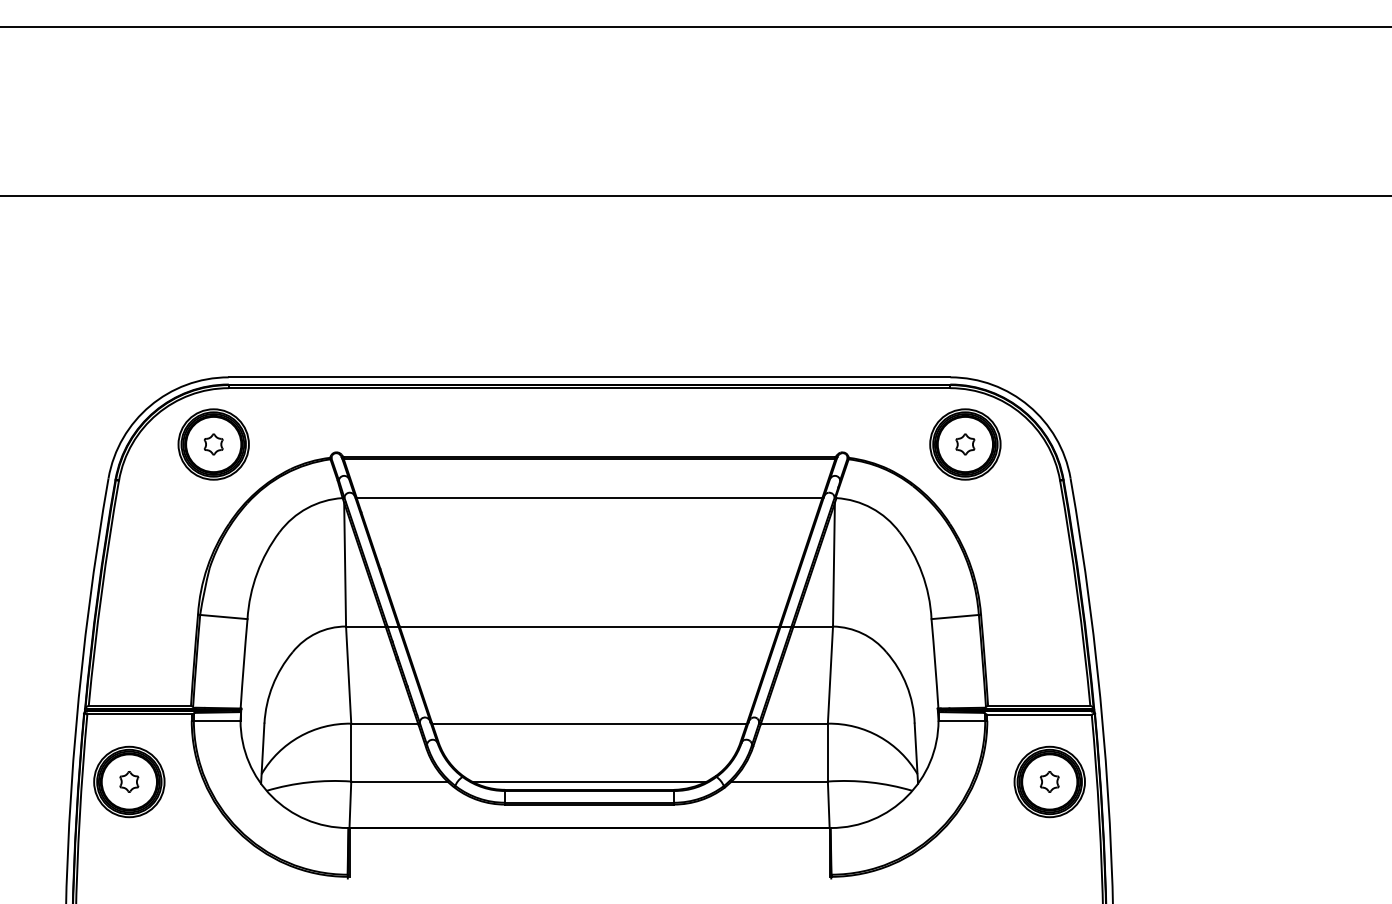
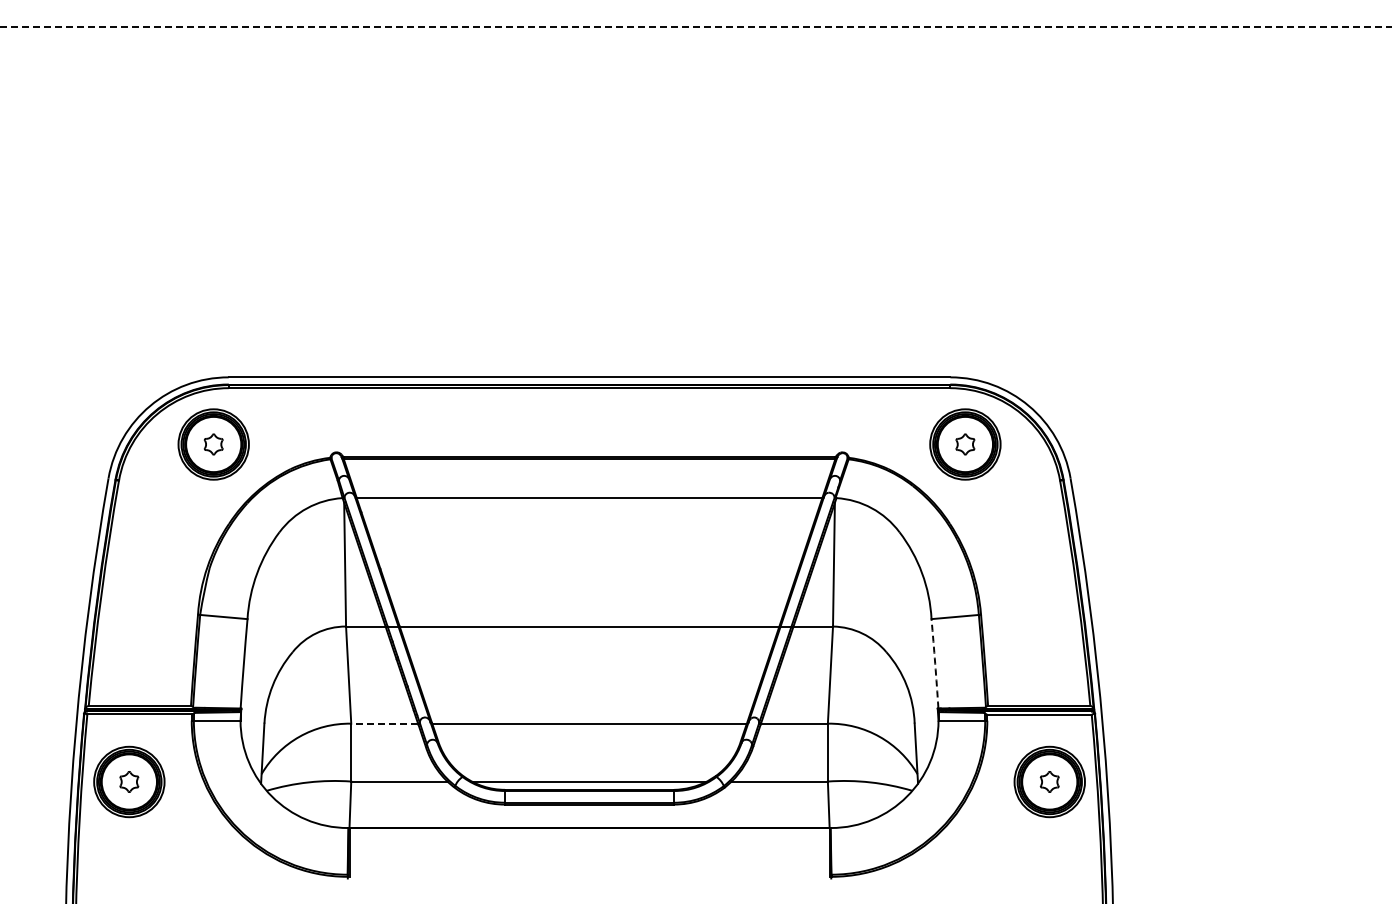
line at (696, 27): solid -> dashed
line at (695, 196): present -> none
arc at (935, 663): solid -> dashed
line at (384, 723): solid -> dashed
